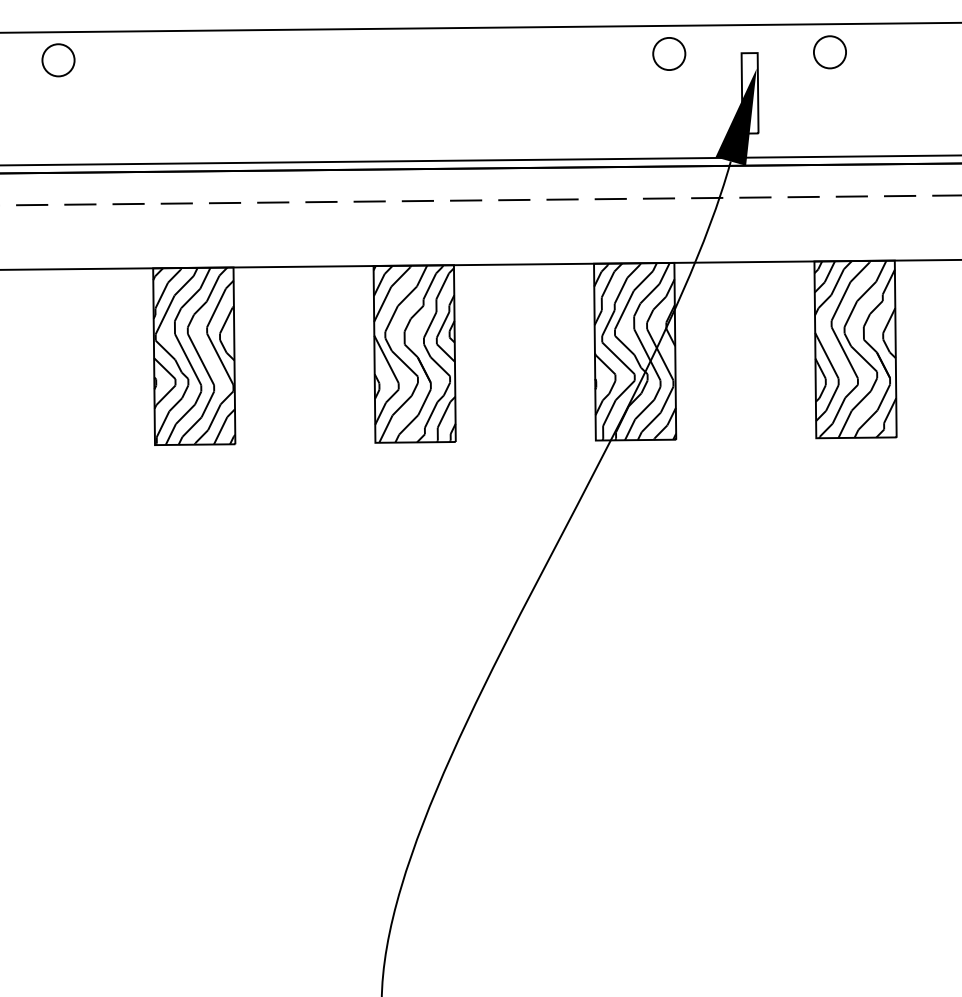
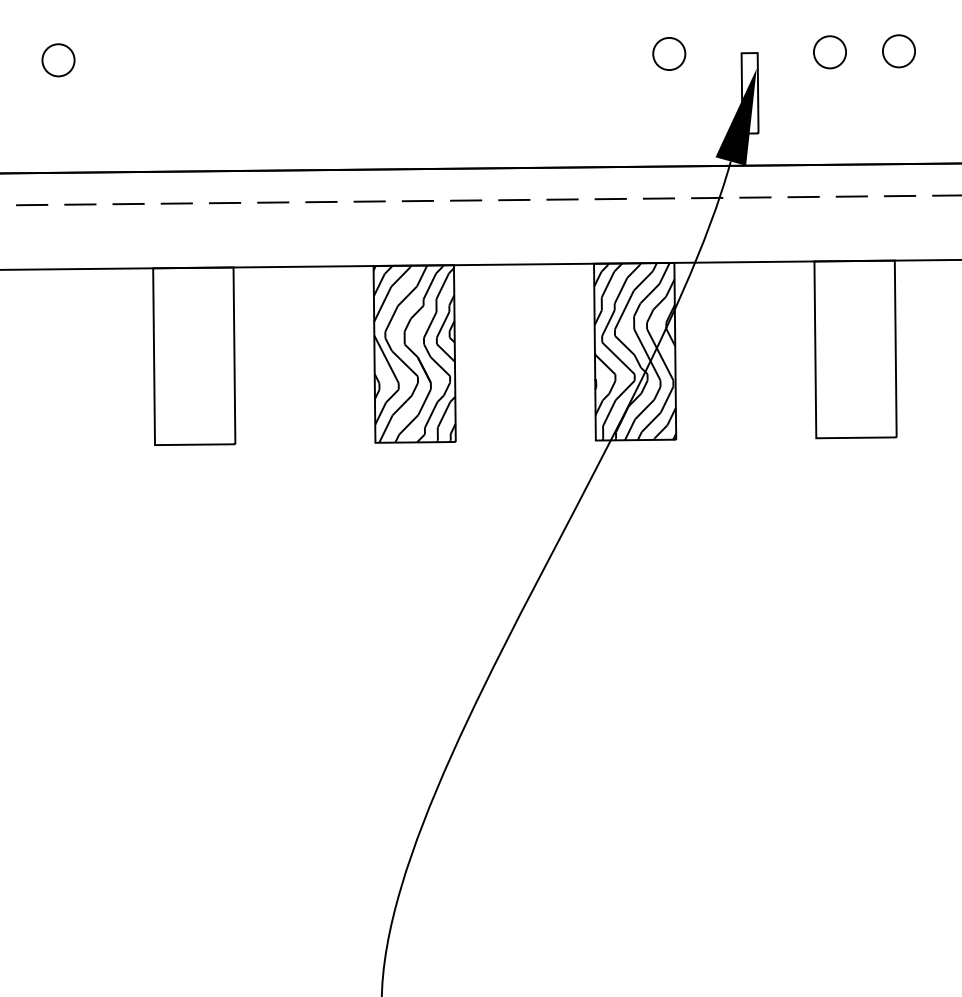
line at (480, 27): present -> none
circle at (898, 51): none -> present
line at (480, 160): present -> none
hatch at (855, 349): present -> none
hatch at (194, 356): present -> none
